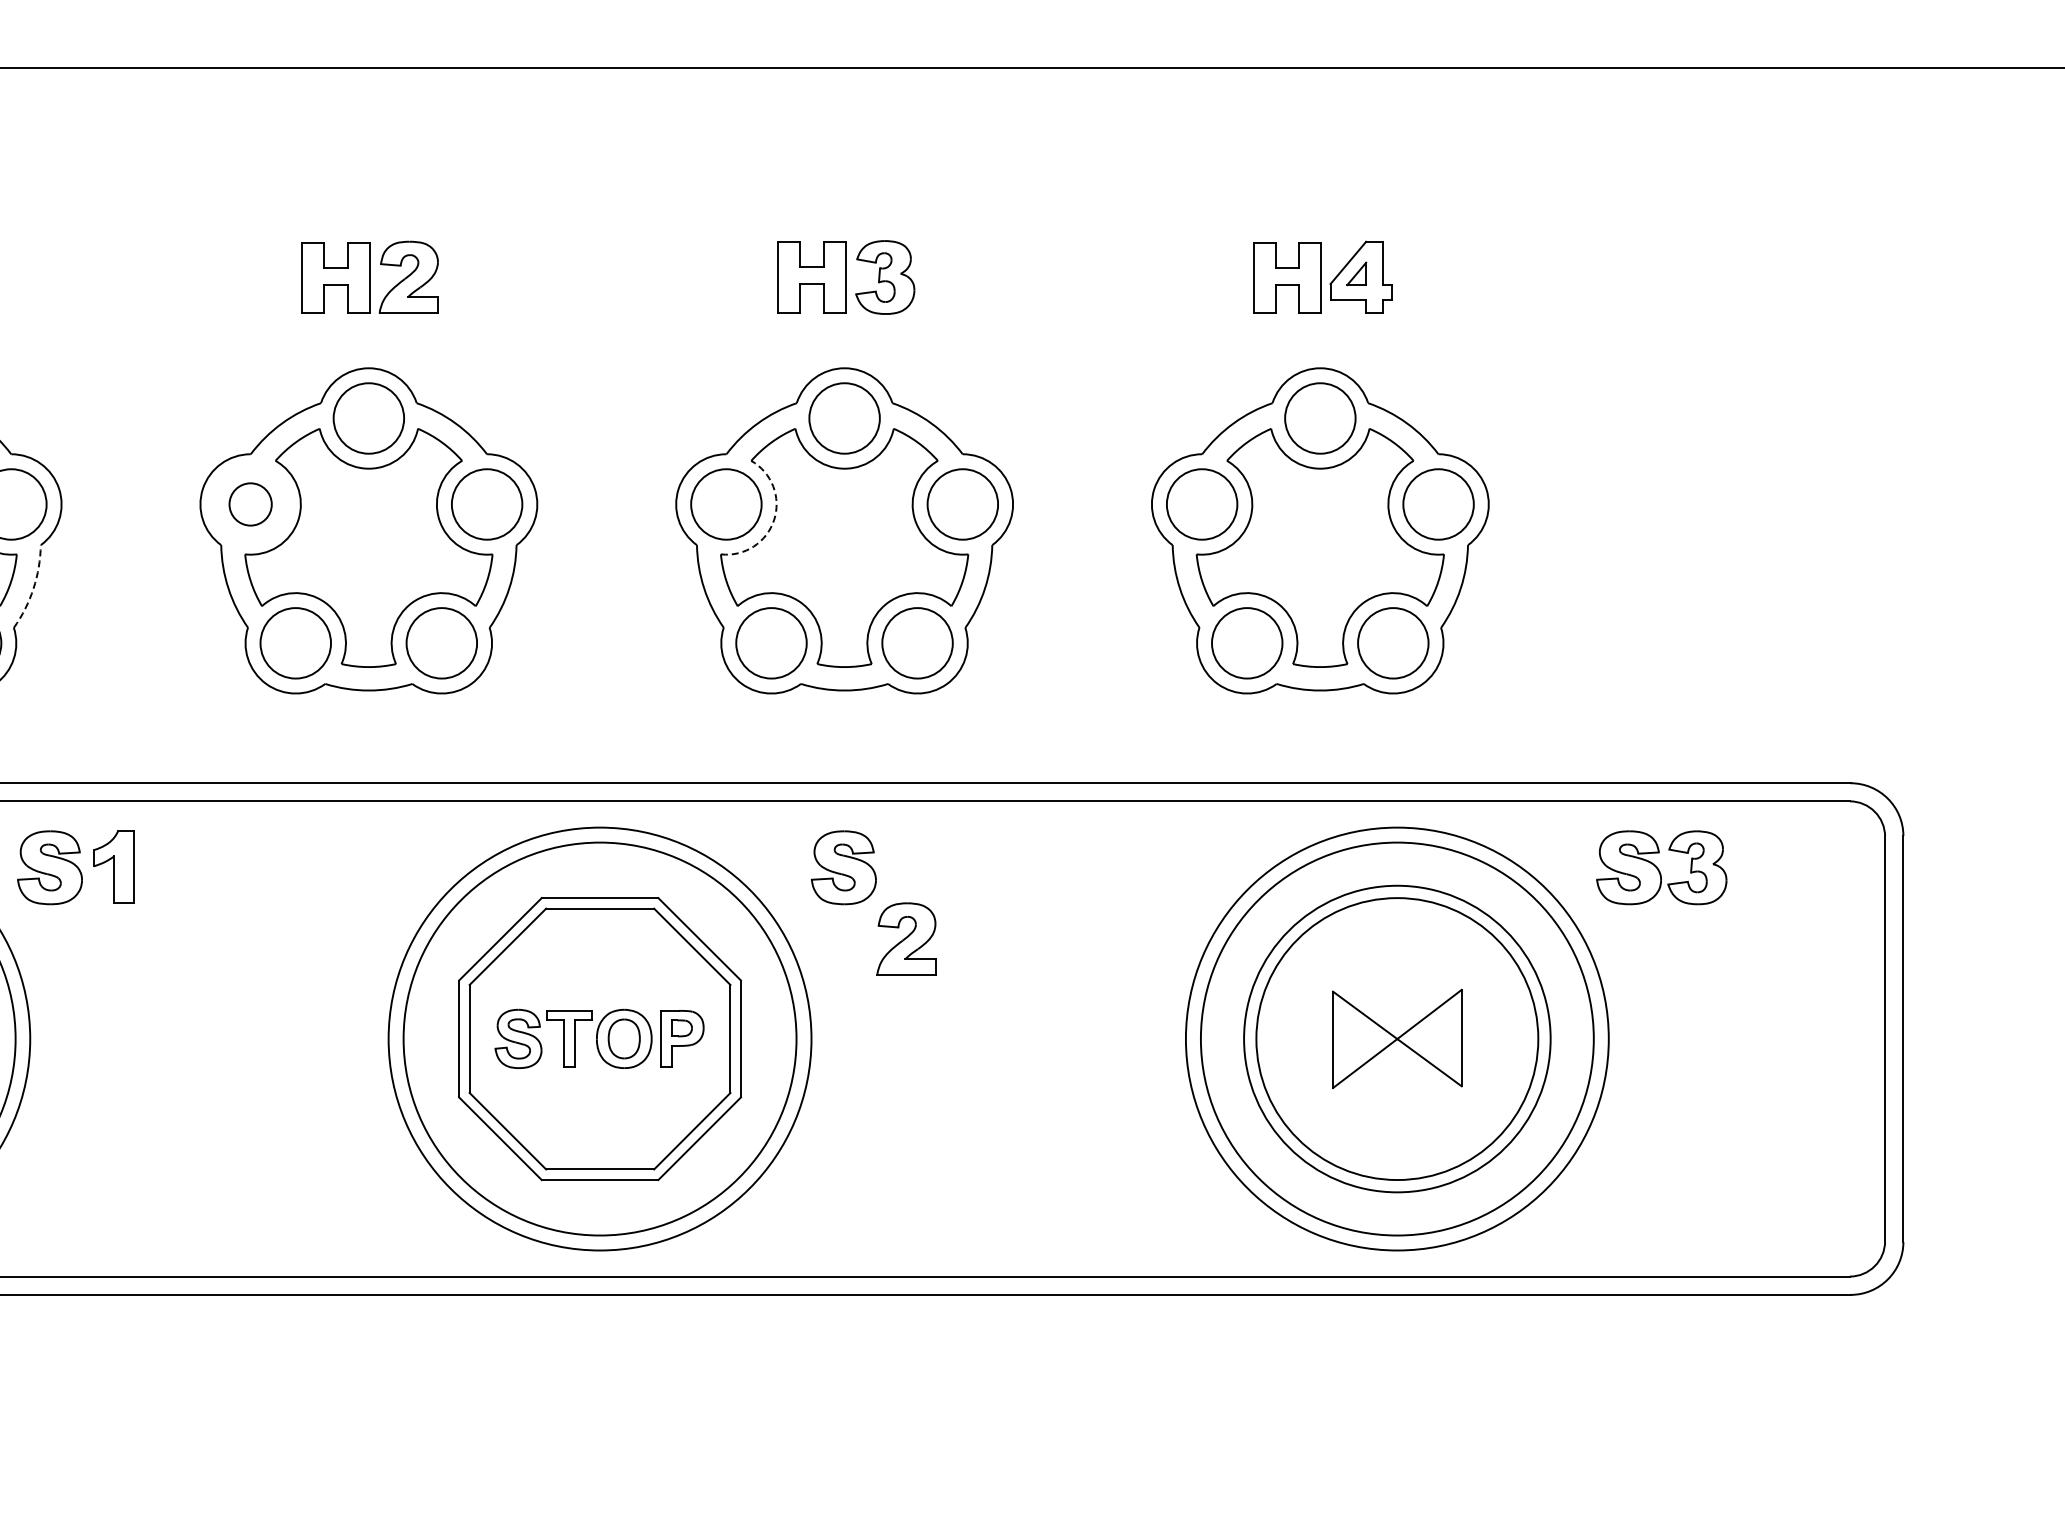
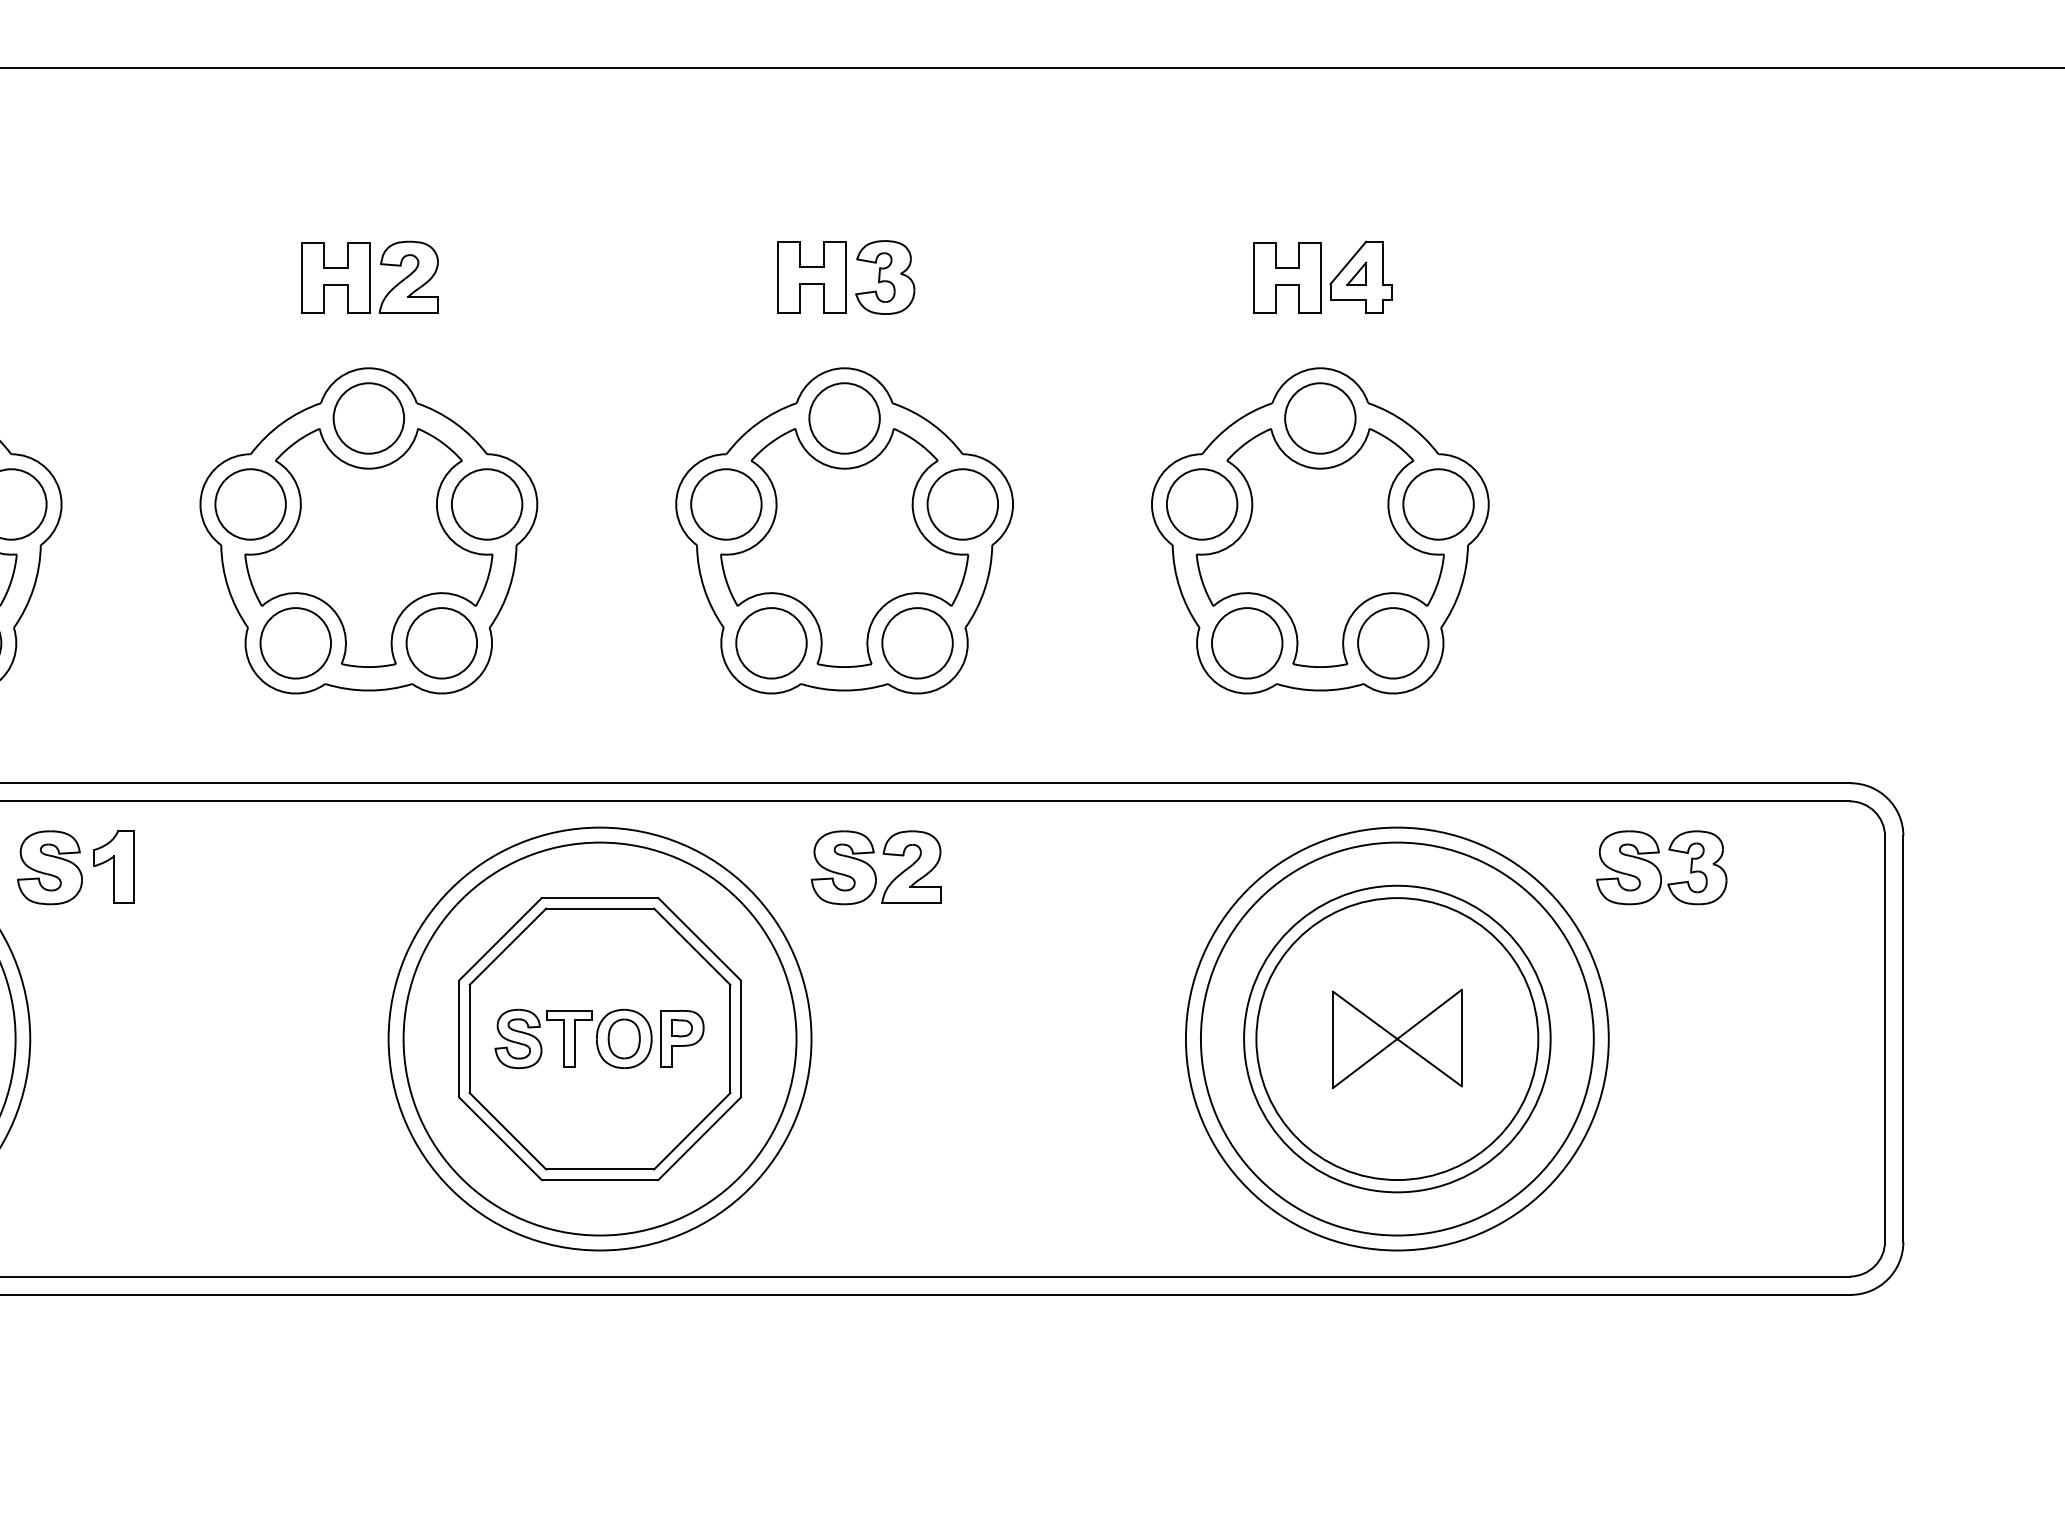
circle at (250, 504) diameter: 42 px -> 70 px
arc at (774, 520): dashed -> solid
arc at (33, 588): dashed -> solid
part at (906, 938) position: (906, 938) -> (911, 866)
